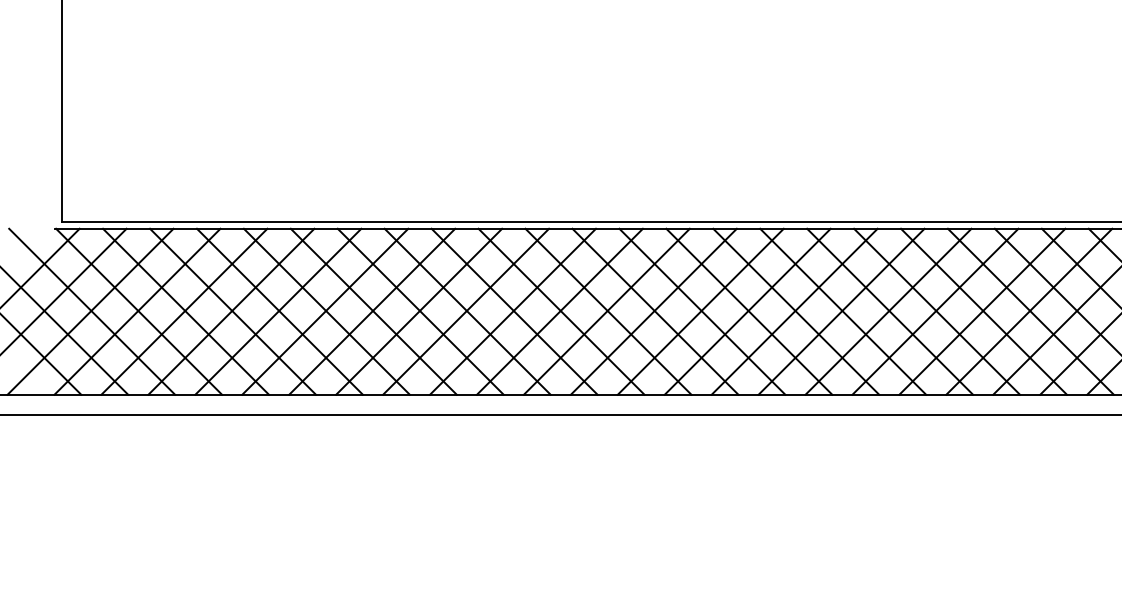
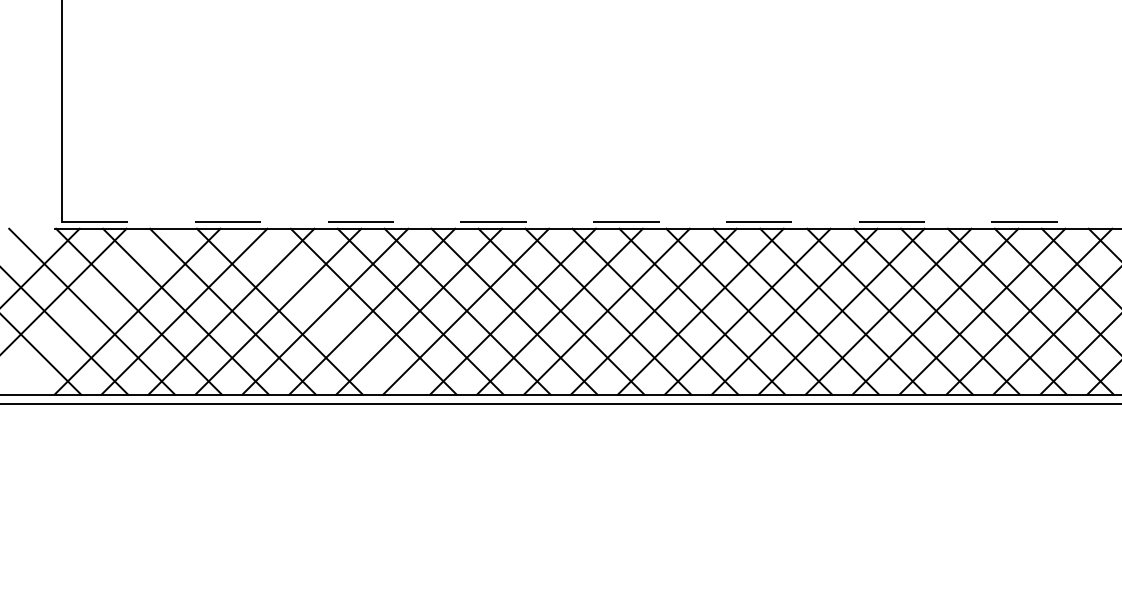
line at (592, 222): solid -> dashed
line at (90, 311): present -> none
line at (326, 311): present -> none
line at (560, 414) position: (560, 414) -> (560, 403)
